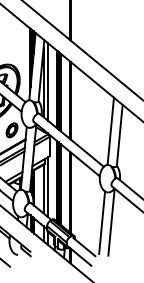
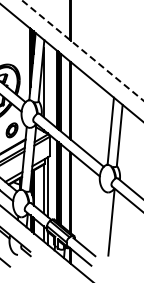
line at (82, 50): solid -> dashed
line at (47, 81): present -> none
line at (102, 222): present -> none
